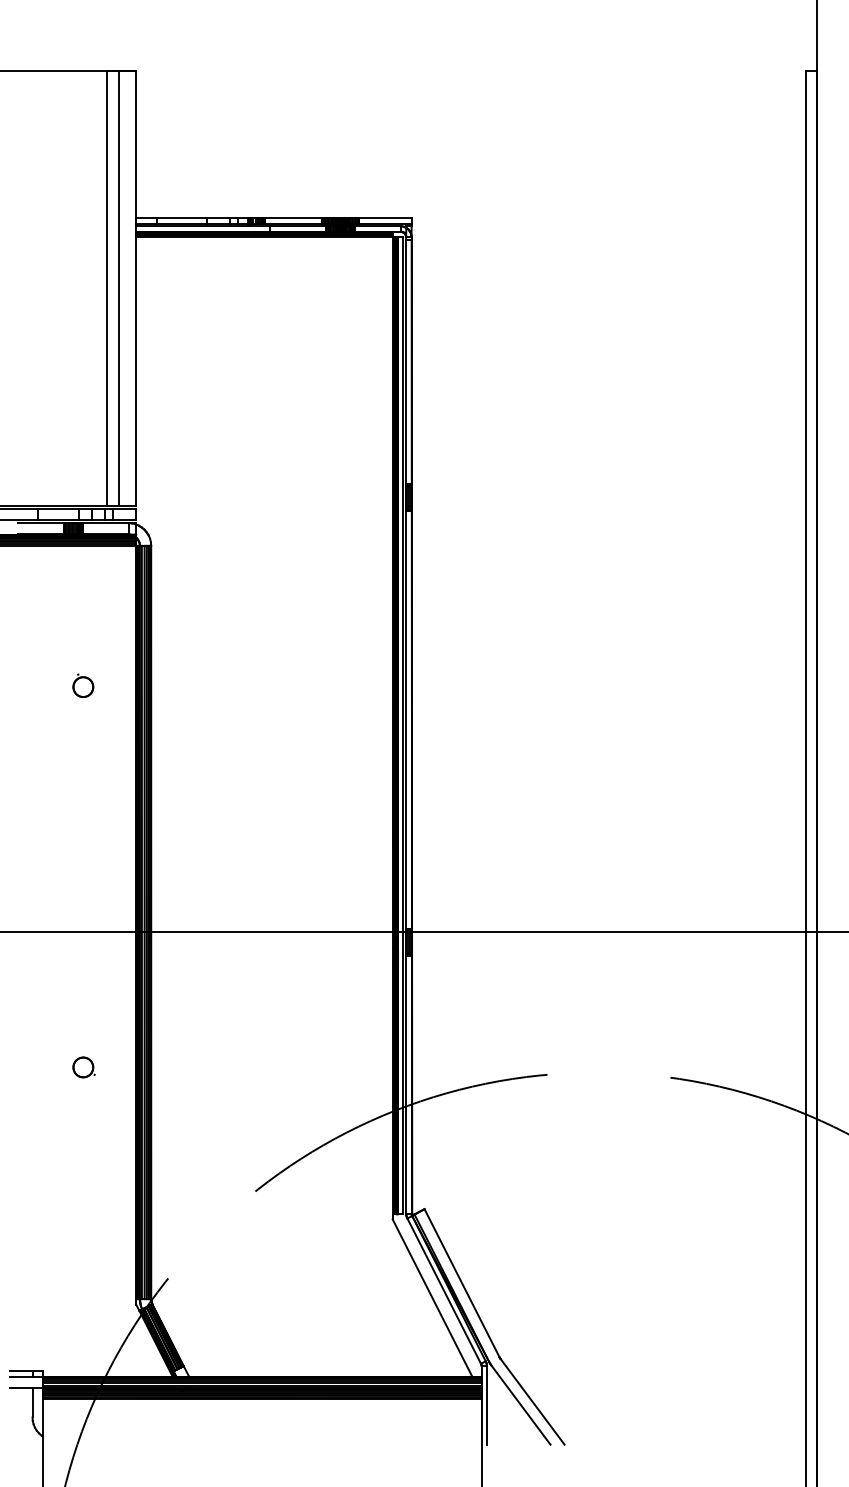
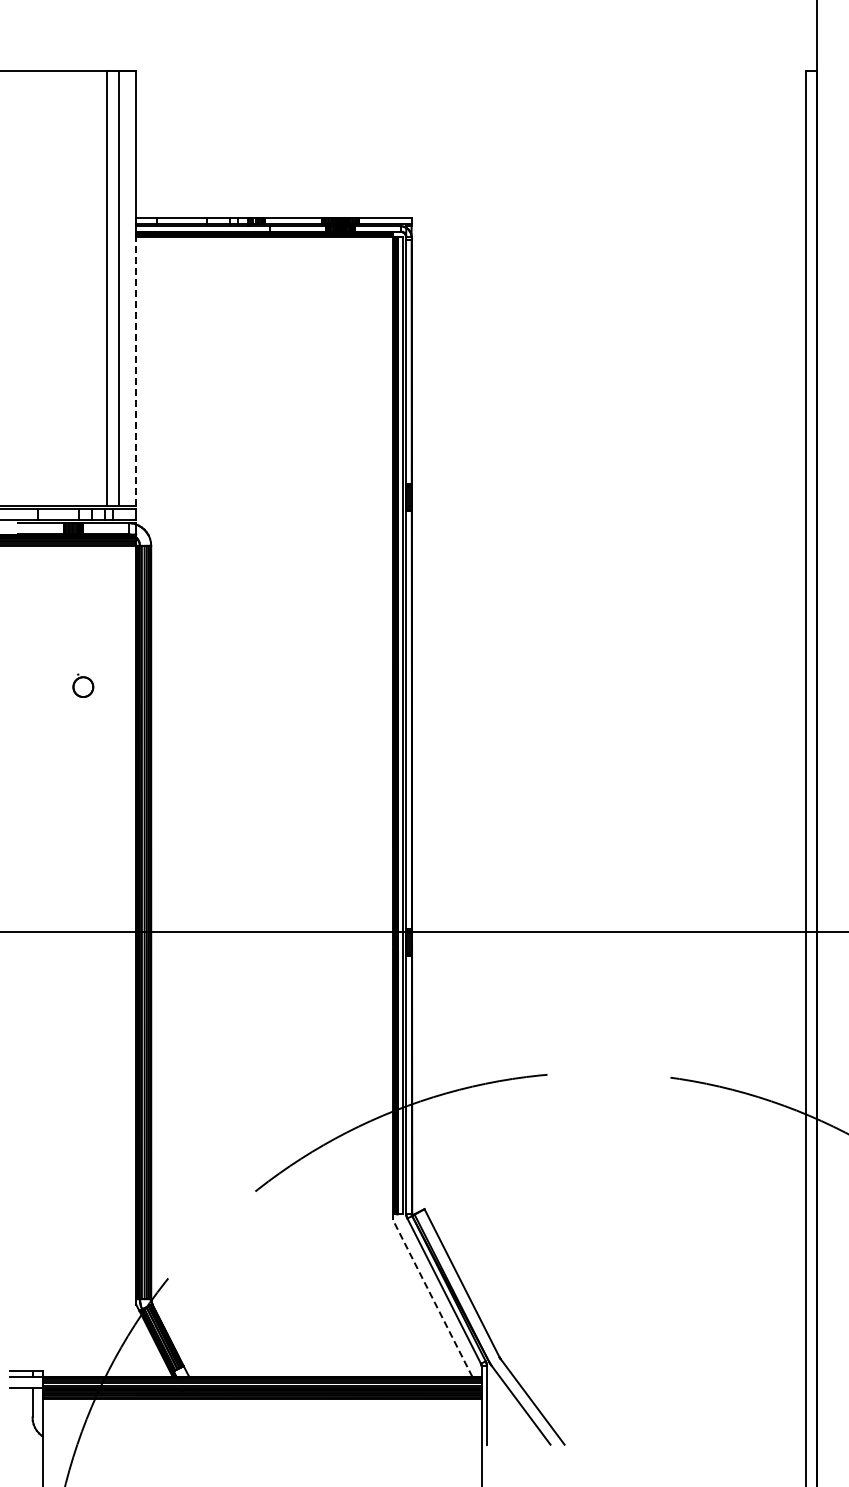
line at (136, 371): solid -> dashed
part at (83, 1067): present -> none
line at (432, 1297): solid -> dashed
